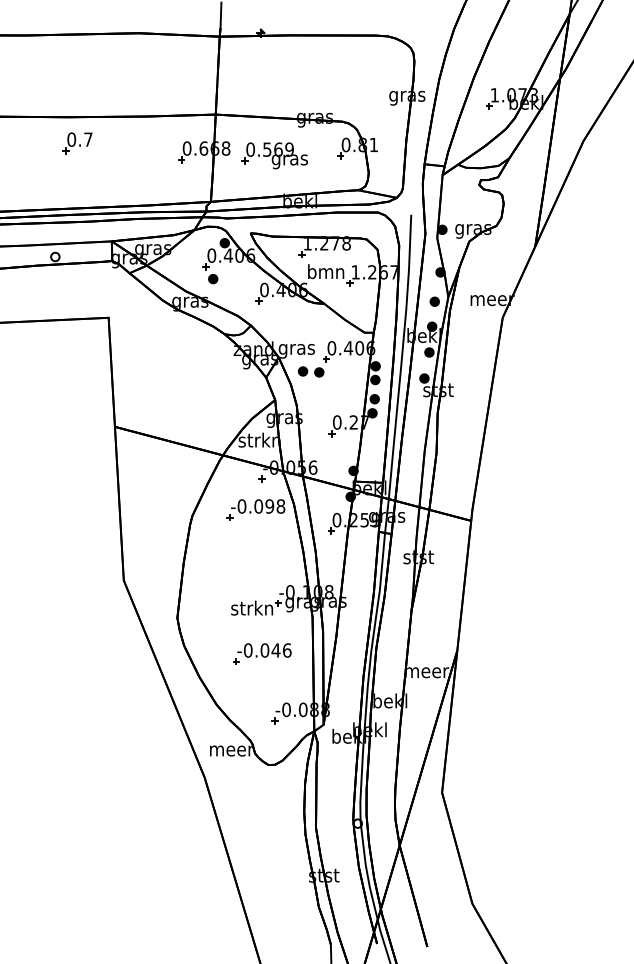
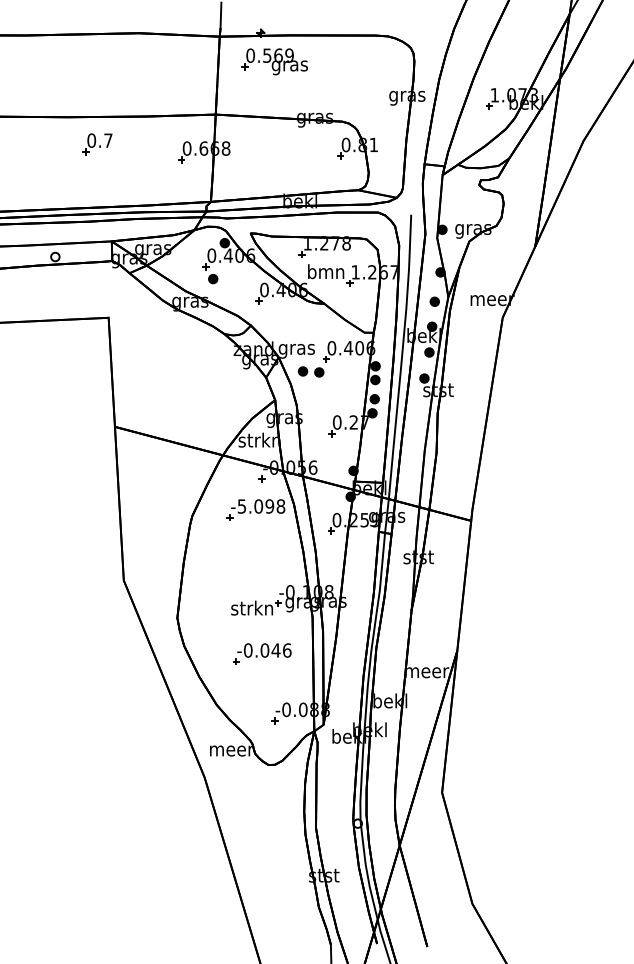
part at (77, 143) position: (77, 143) -> (97, 144)
part at (274, 155) position: (274, 155) -> (274, 61)
text at (241, 506): -0.098 -> -5.098
